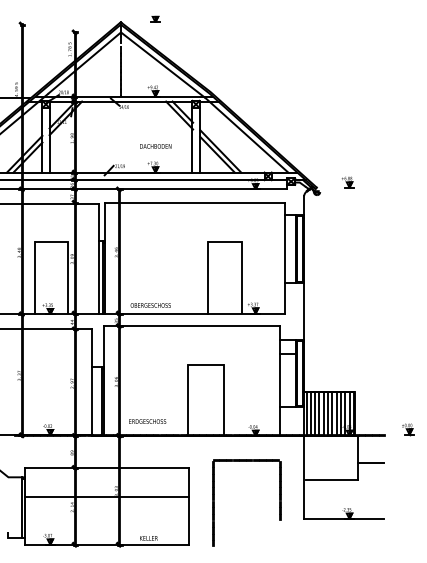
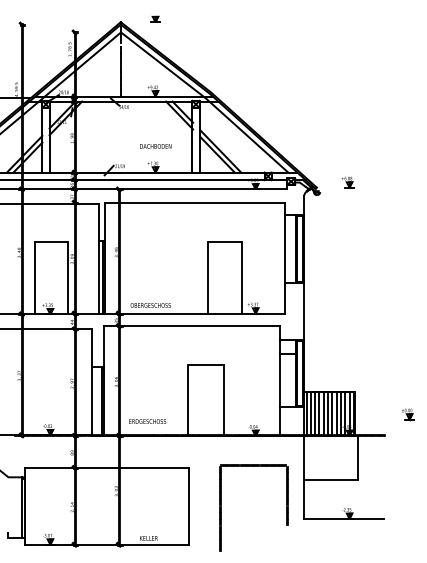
part at (408, 429) position: (408, 429) -> (408, 414)
line at (370, 463): present -> none
line at (106, 497): present -> none
part at (214, 502) position: (214, 502) -> (221, 507)
